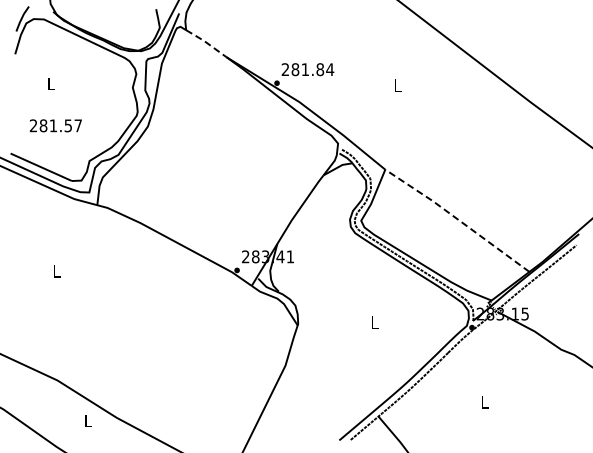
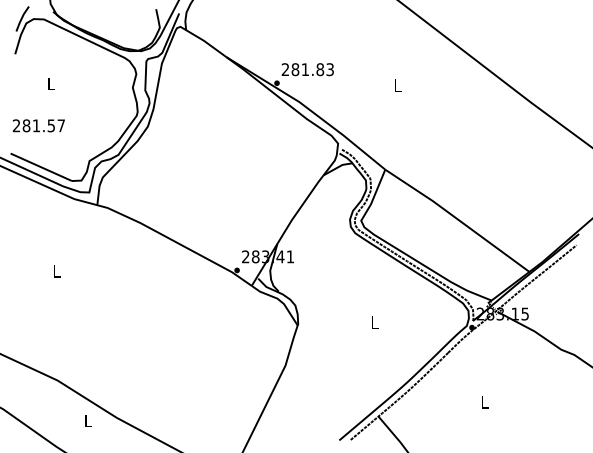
line at (206, 42): dashed -> solid
text at (330, 69): 281.84 -> 281.83
text at (55, 125) position: (55, 125) -> (38, 125)
line at (457, 219): dashed -> solid
